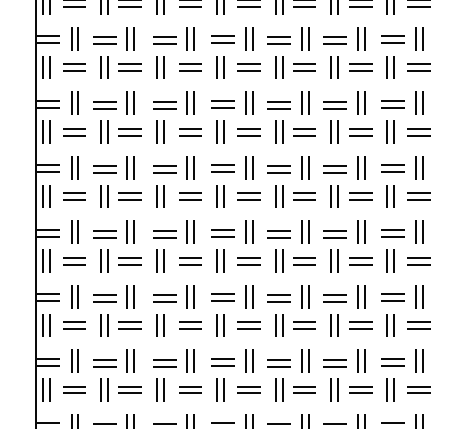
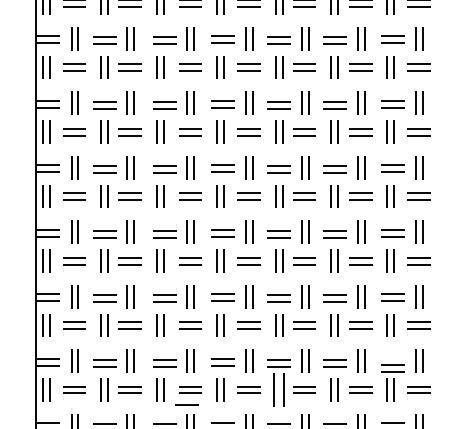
part at (392, 362) position: (392, 362) -> (392, 368)
part at (279, 389) size: 9x24 px -> 12x34 px
line at (186, 404): none -> present
